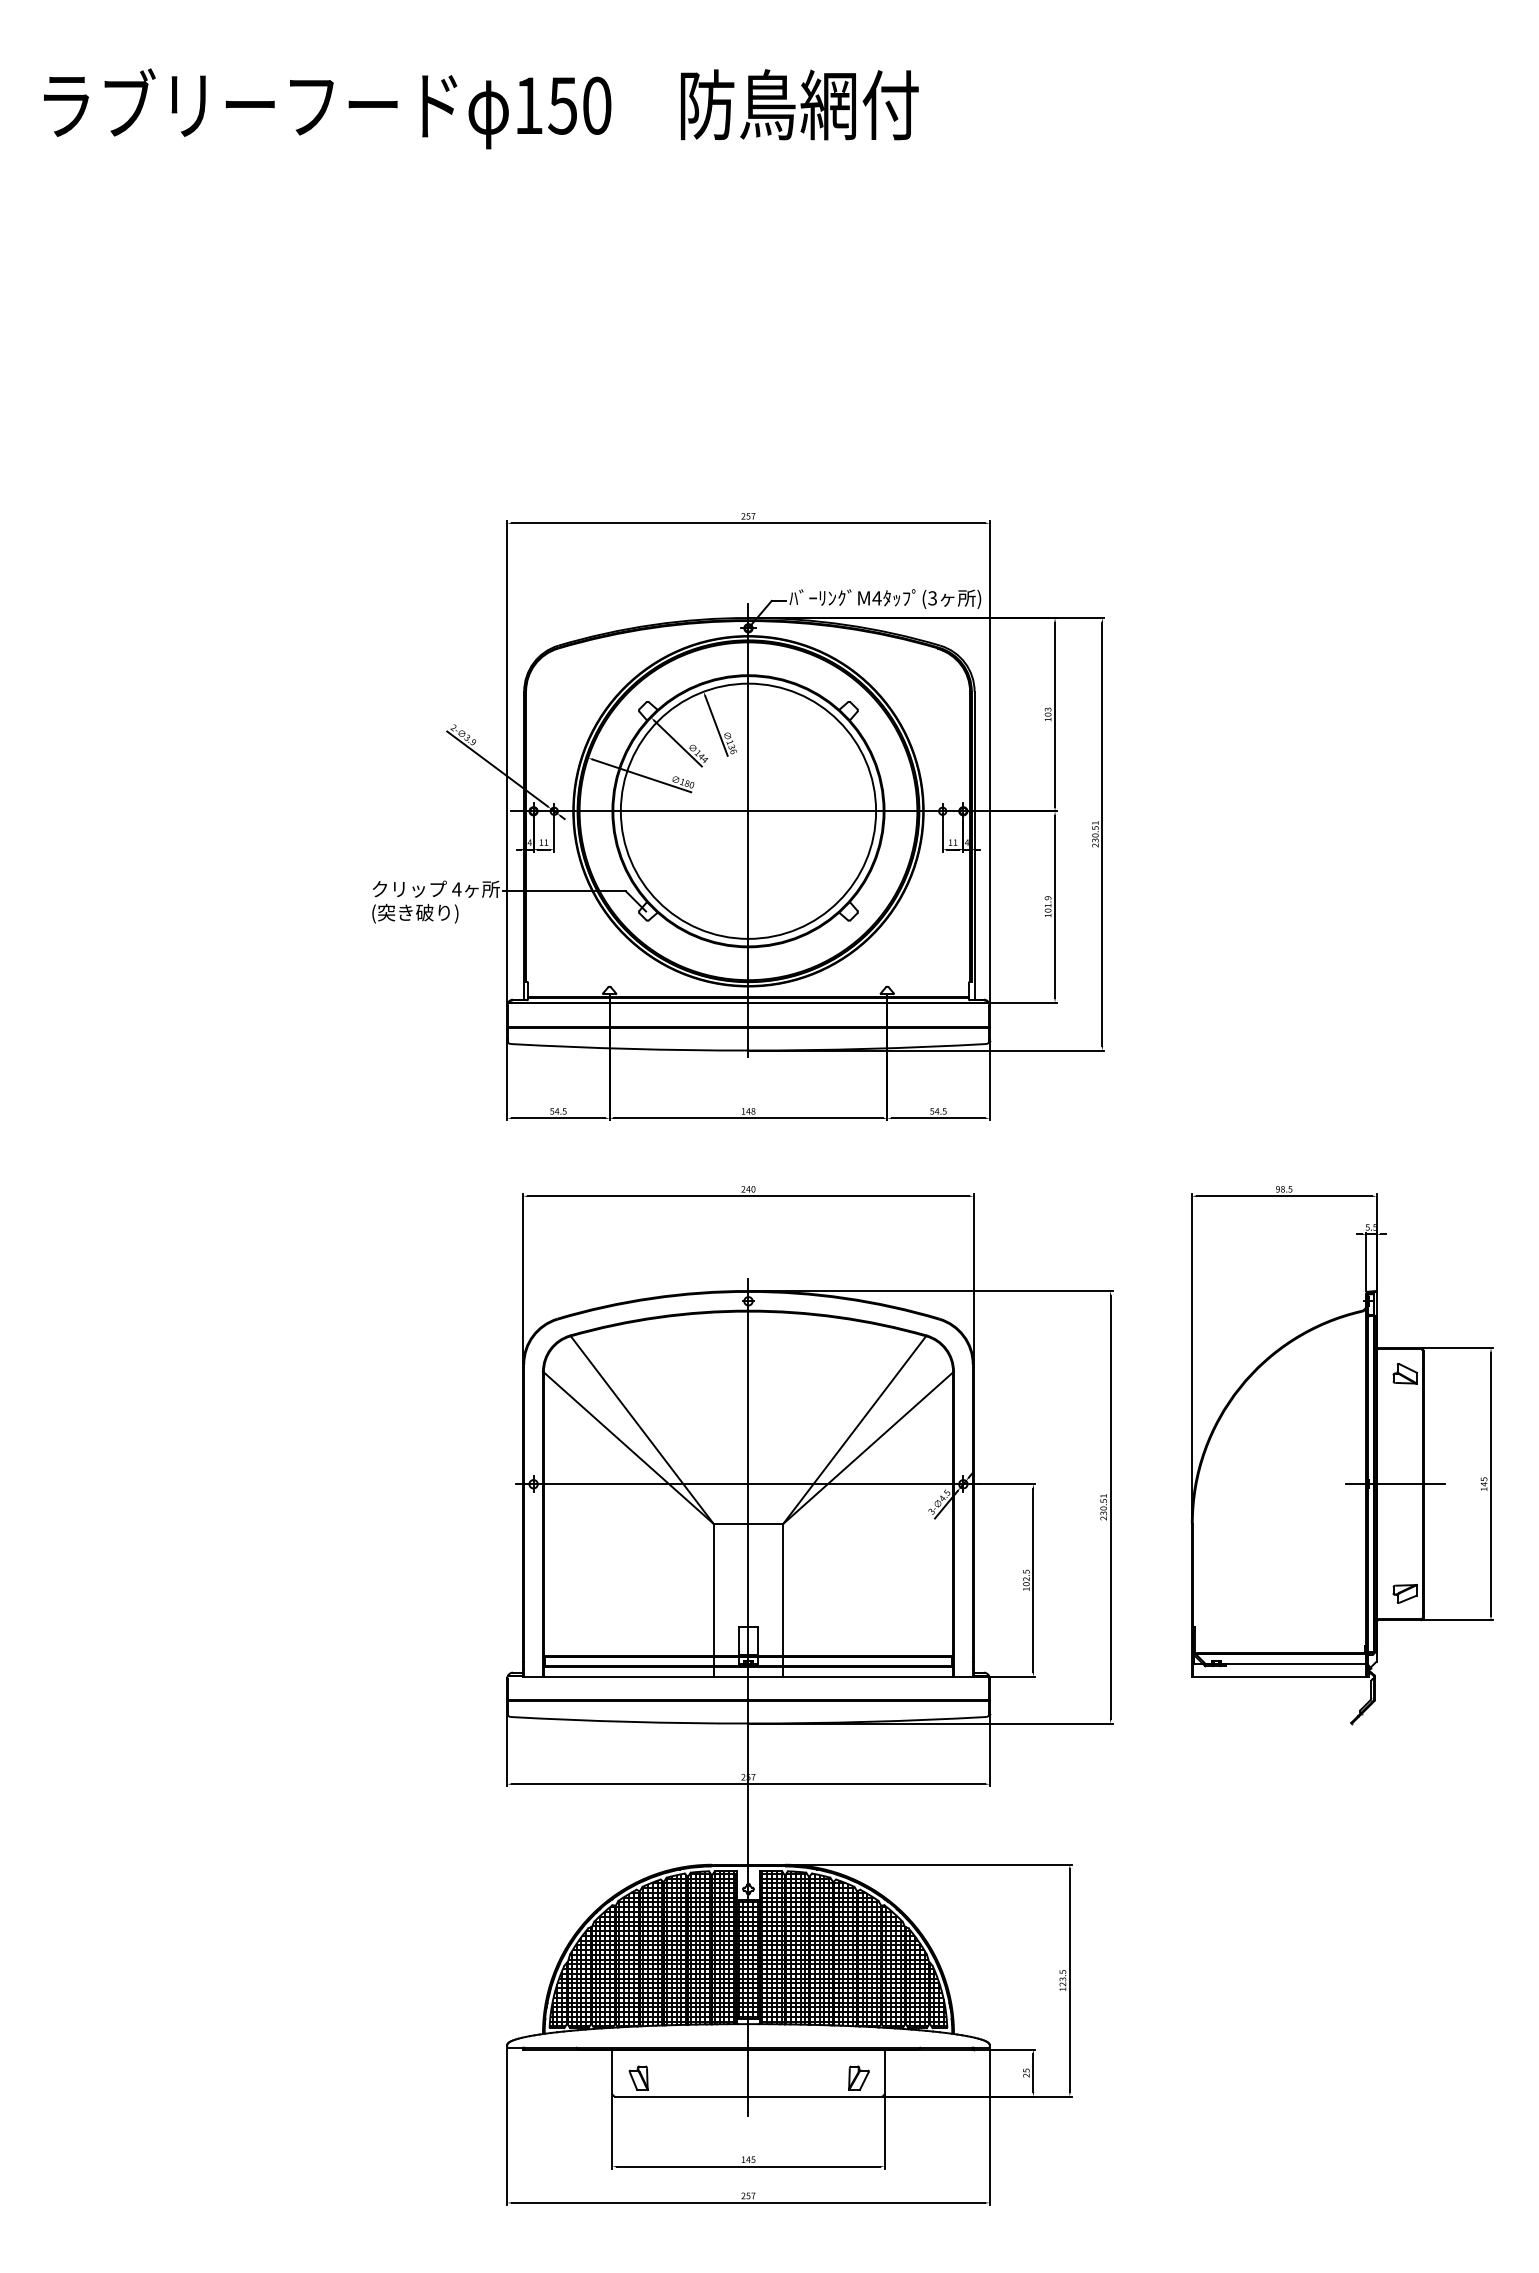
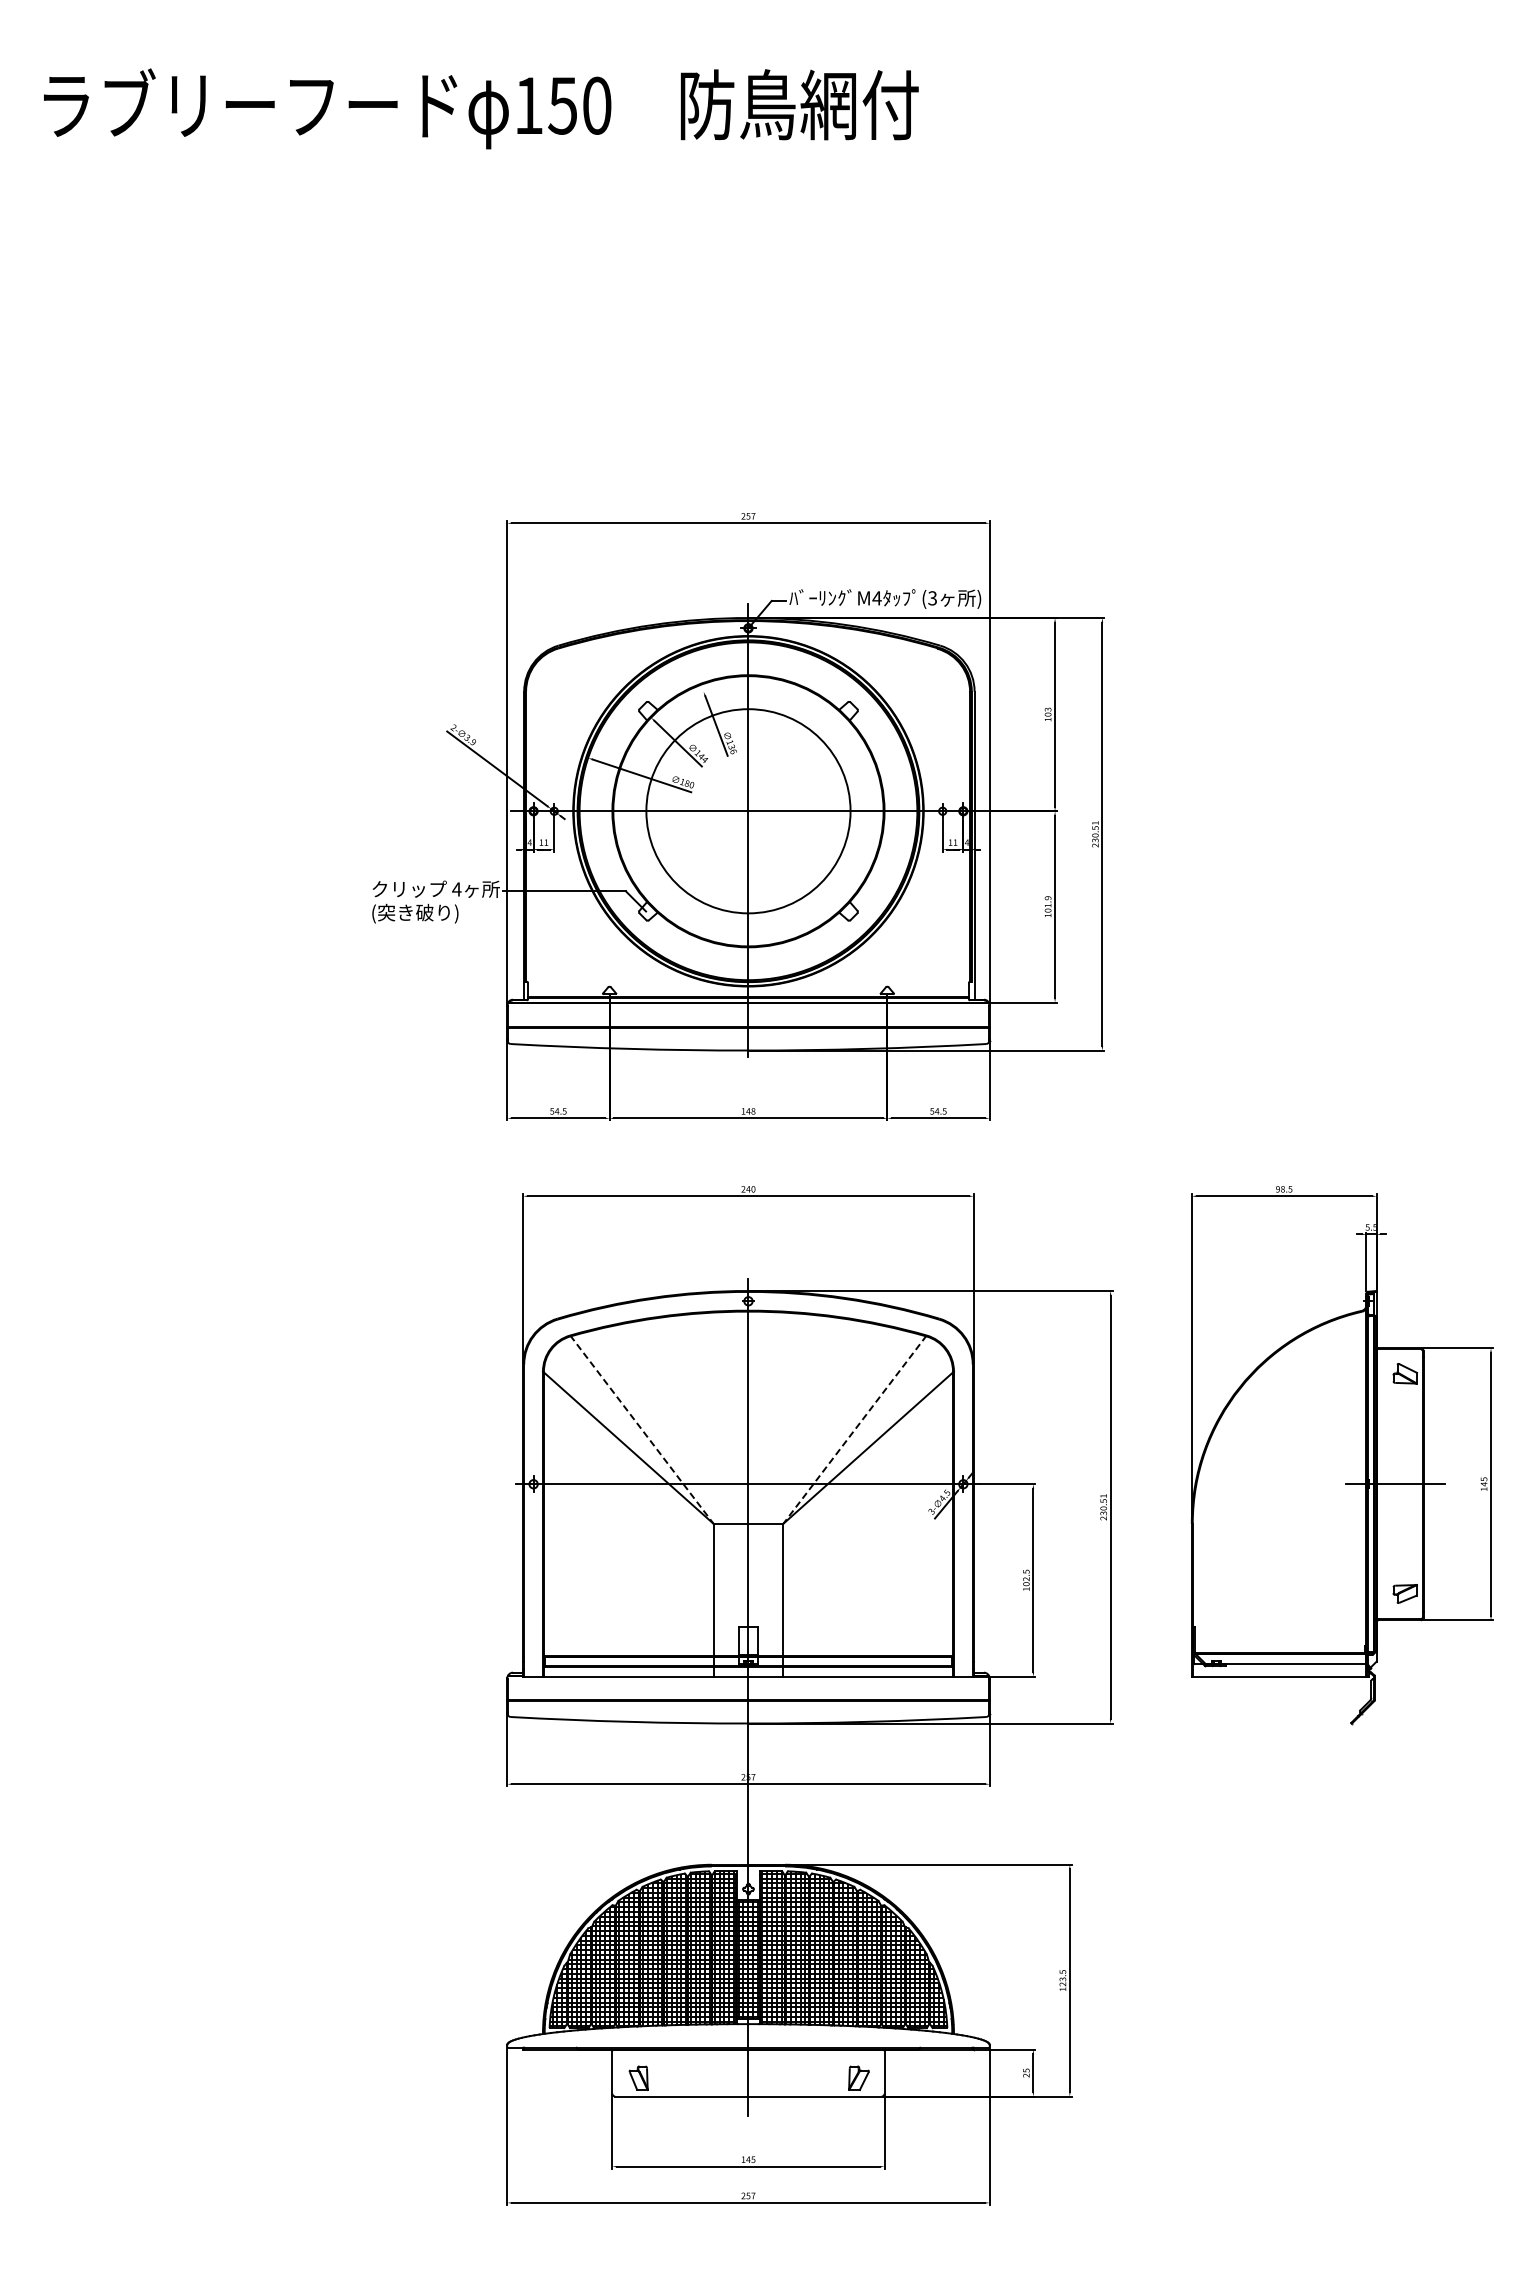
circle at (748, 810) diameter: 255 px -> 204 px
line at (642, 1430): solid -> dashed
line at (854, 1430): solid -> dashed
